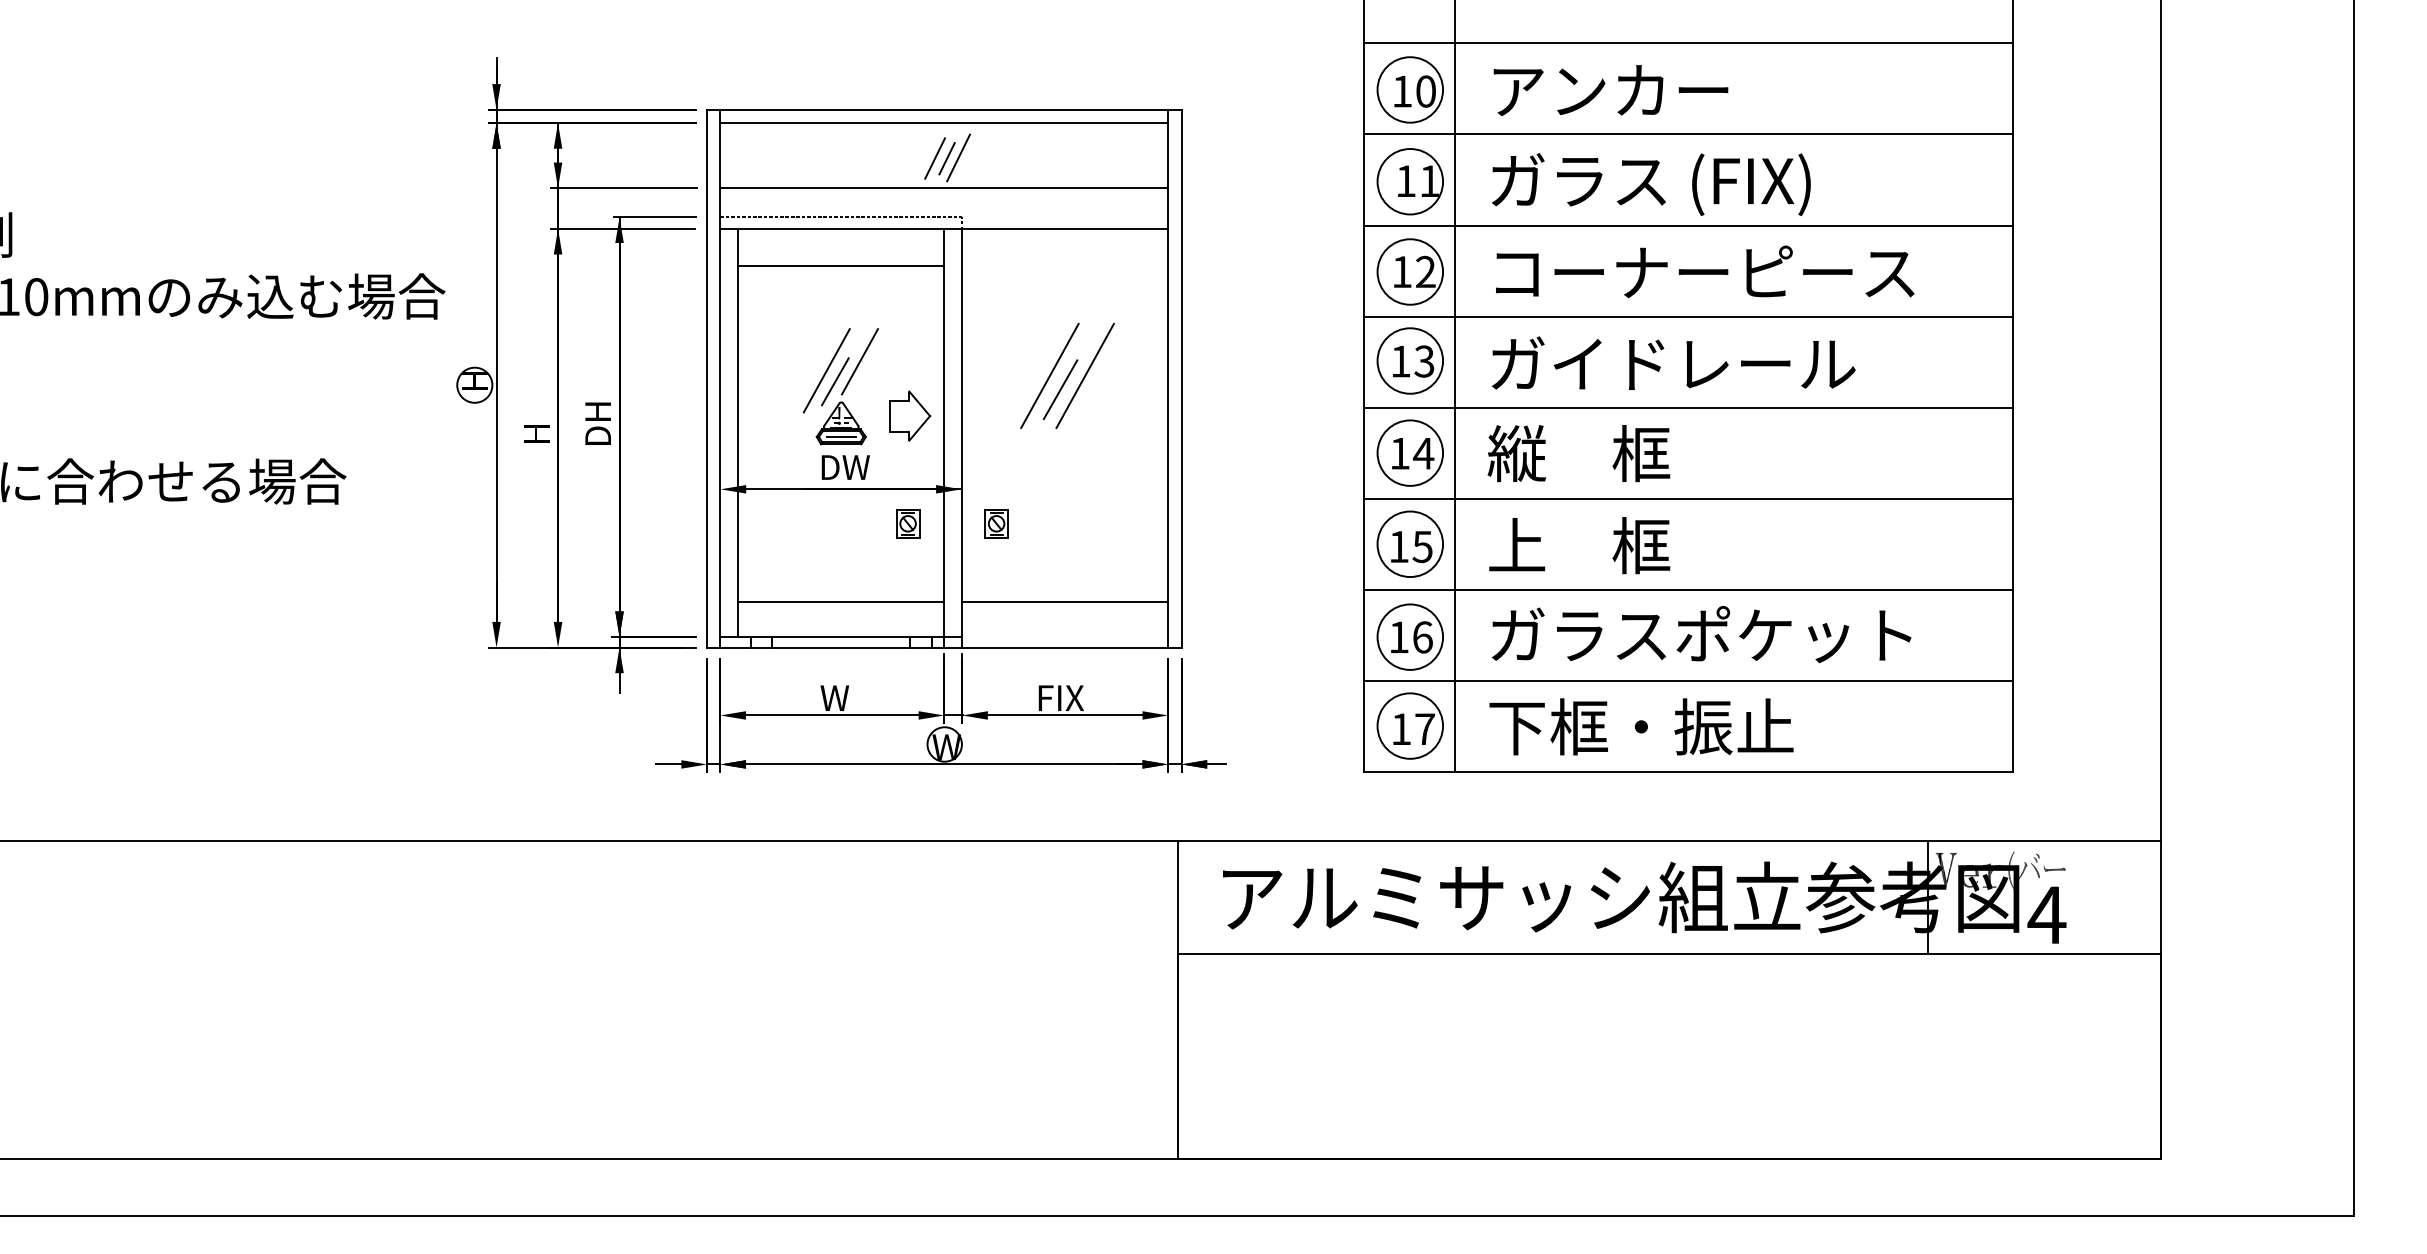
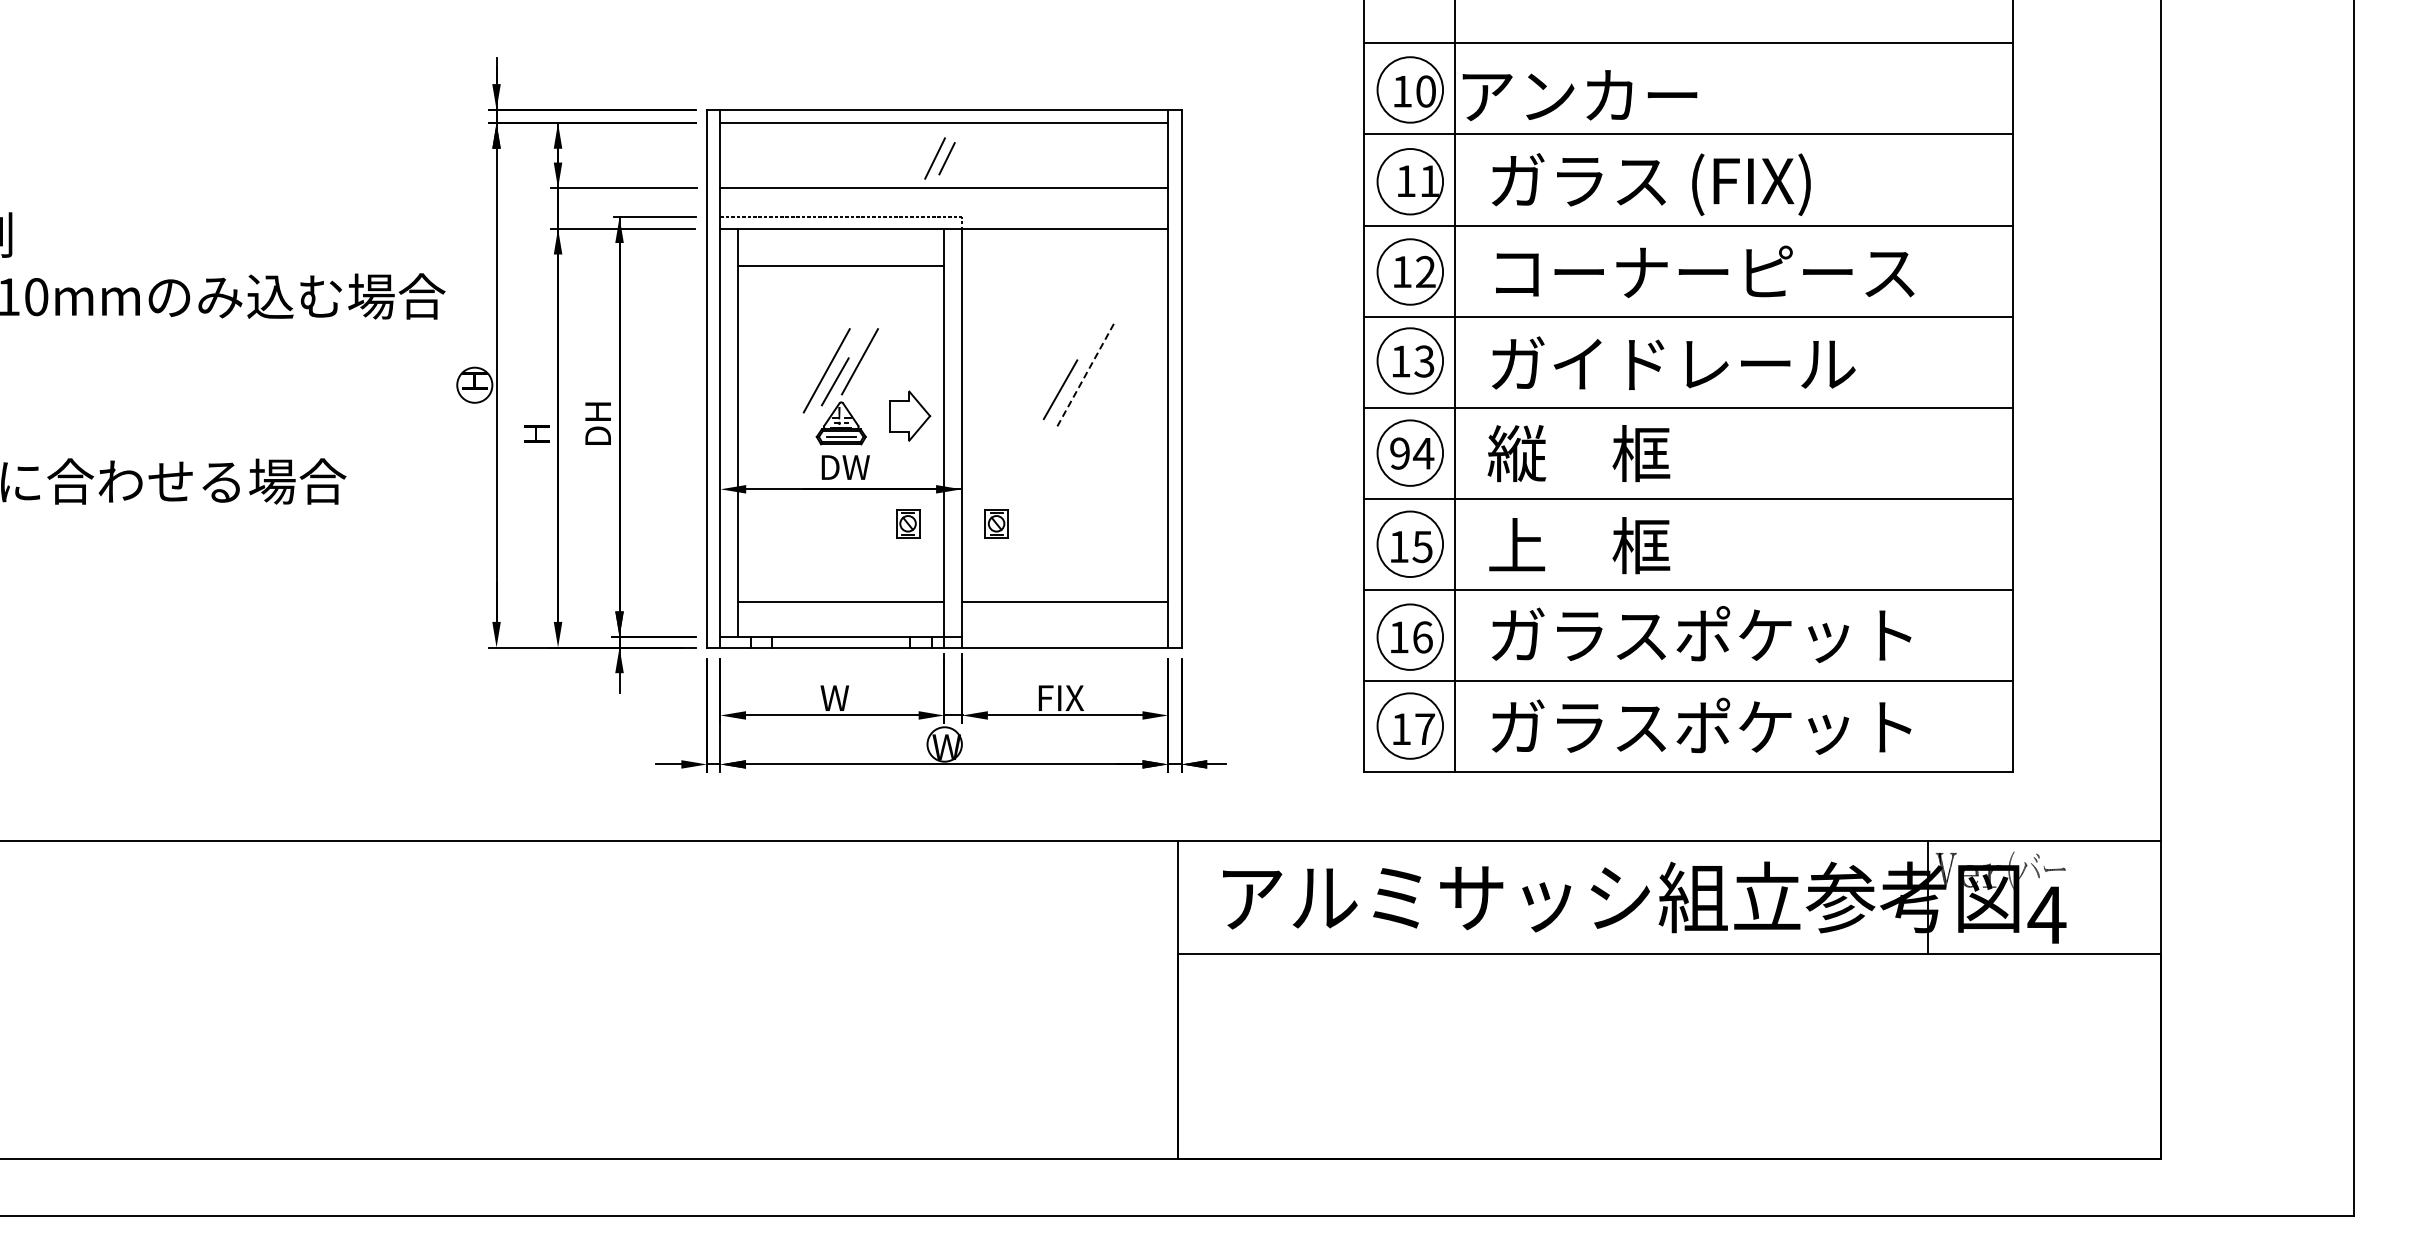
text at (1610, 90) position: (1610, 90) -> (1579, 95)
line at (958, 157): present -> none
line at (1049, 375): present -> none
line at (1084, 376): solid -> dashed
text at (1399, 453): 14 -> 94
text at (1700, 726): 下框・振止 -> ガラスポケット
